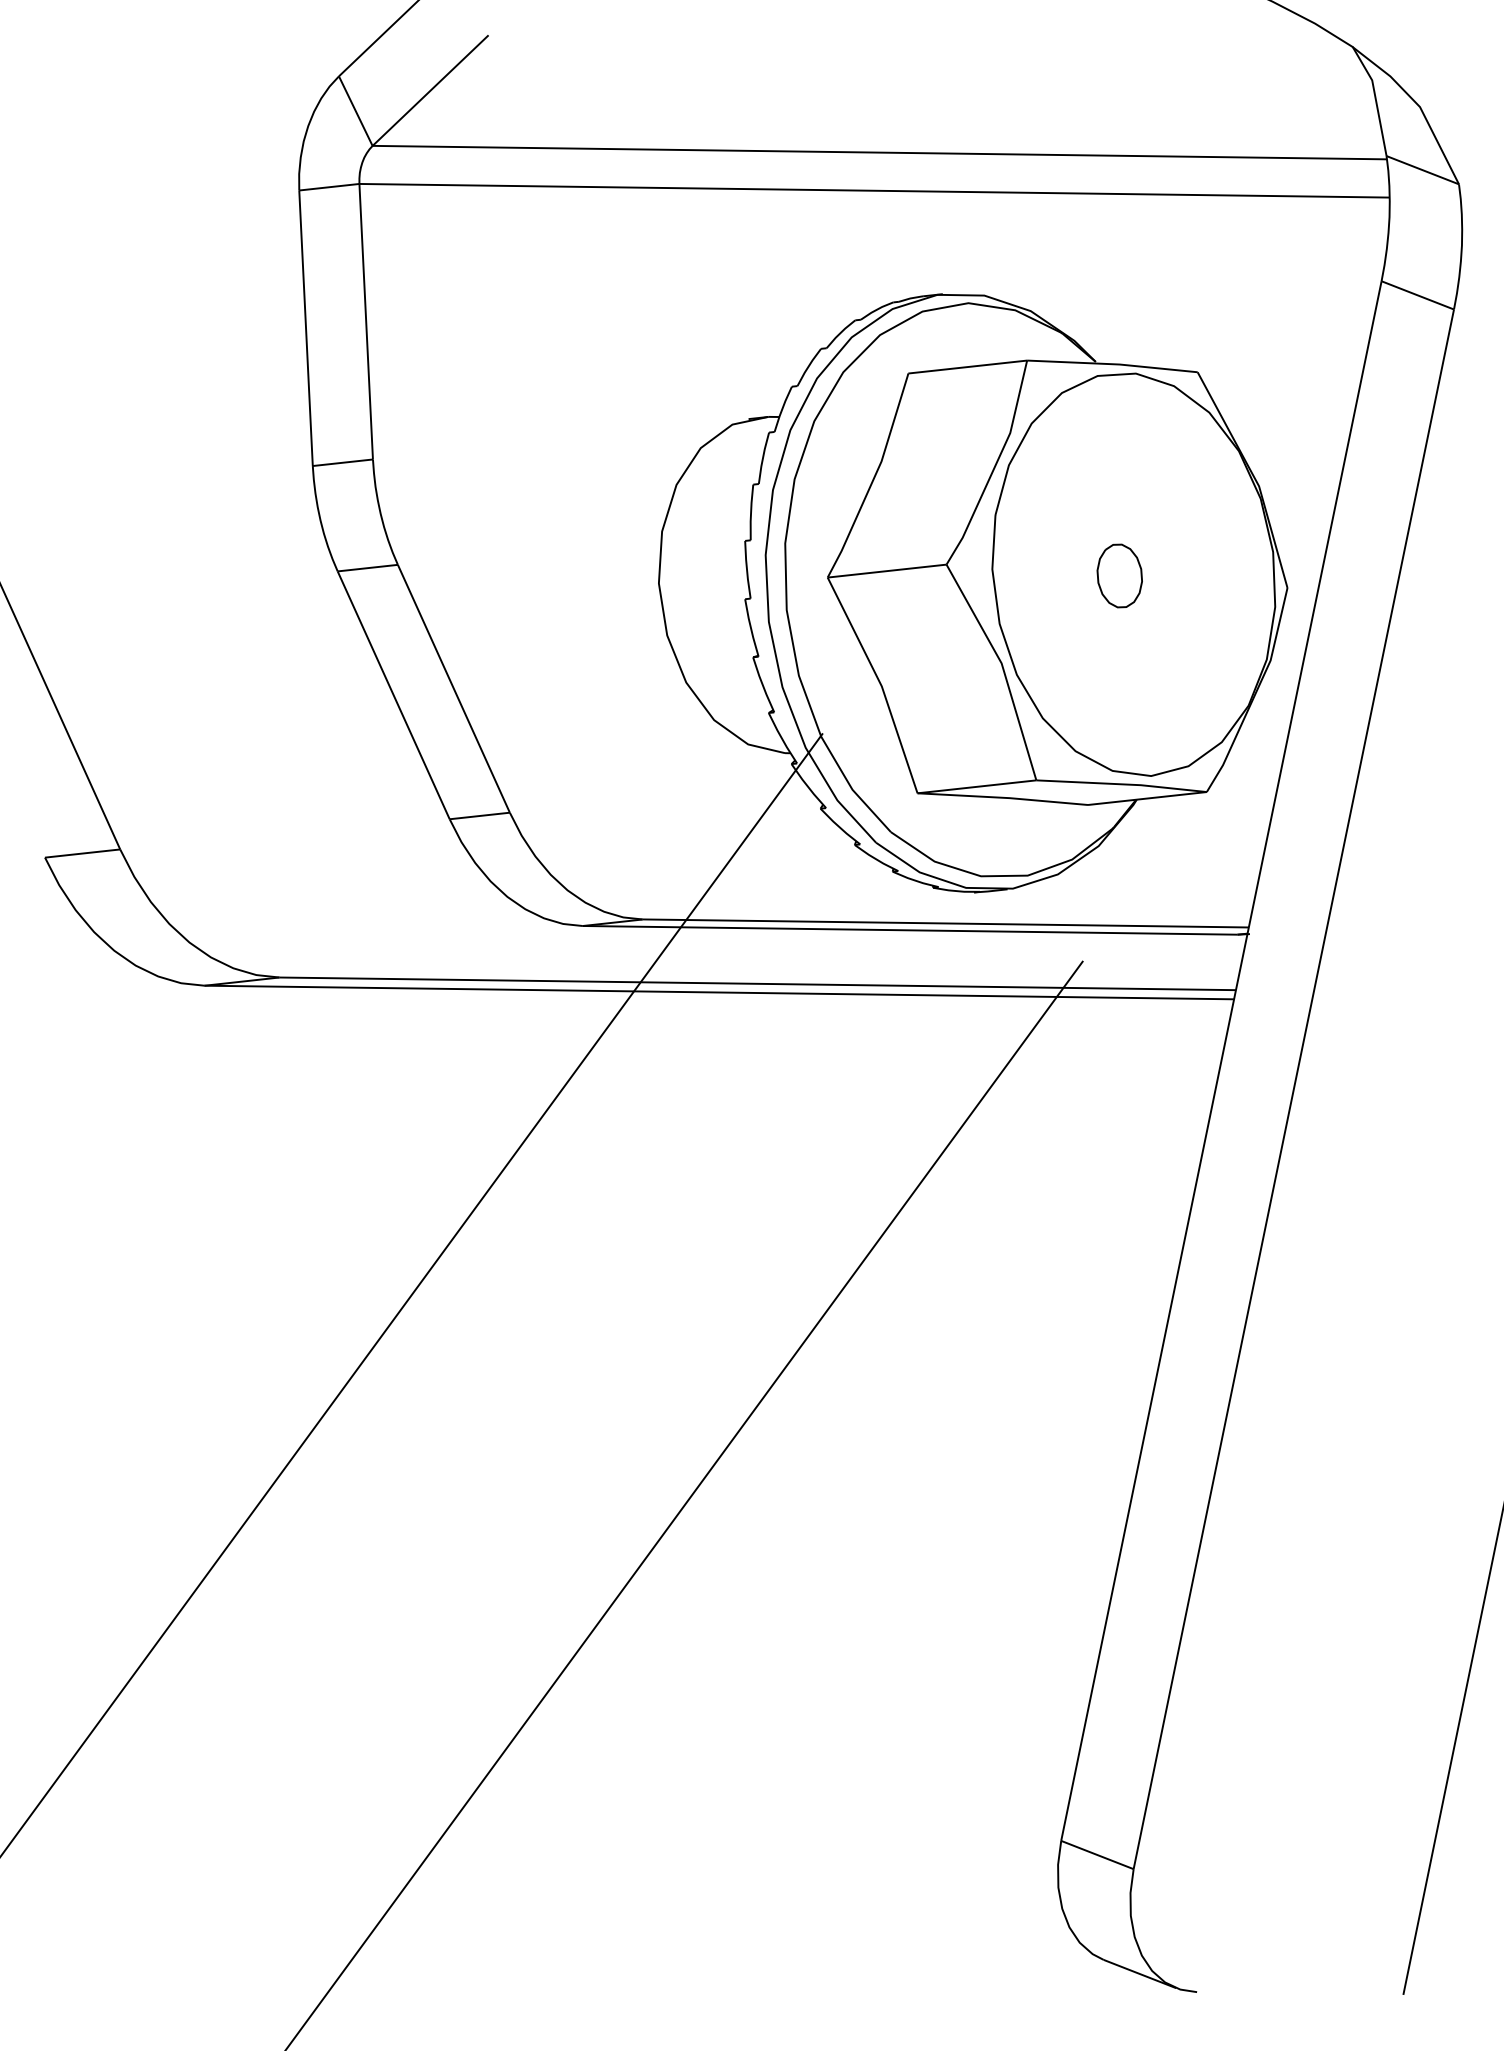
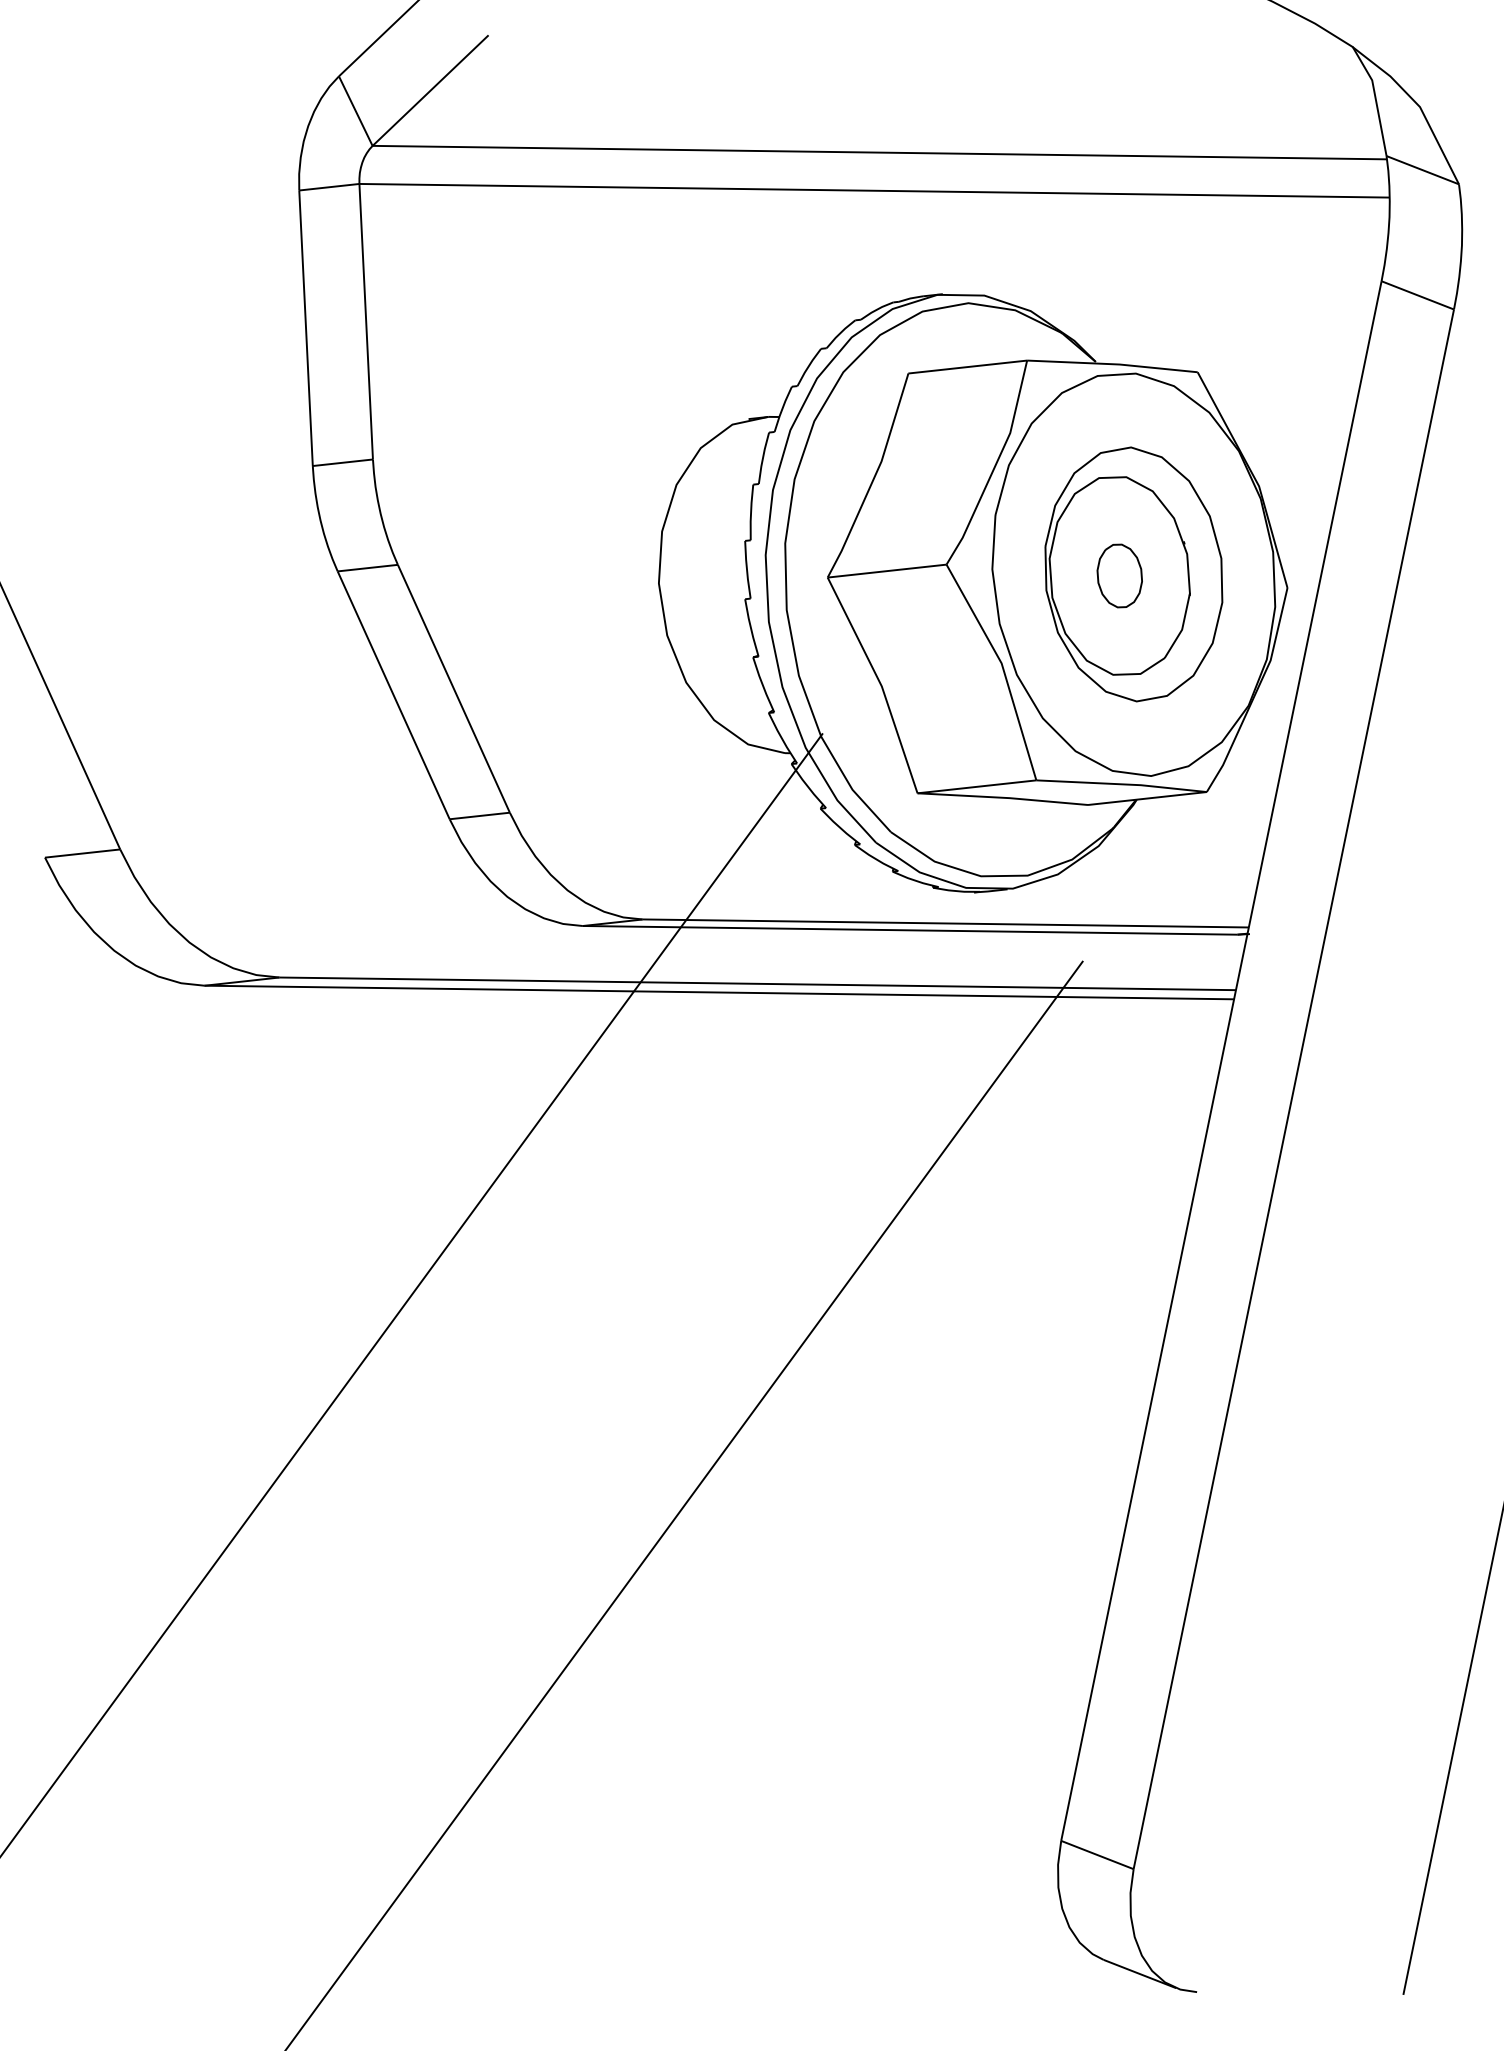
part at (1133, 574): none -> present
